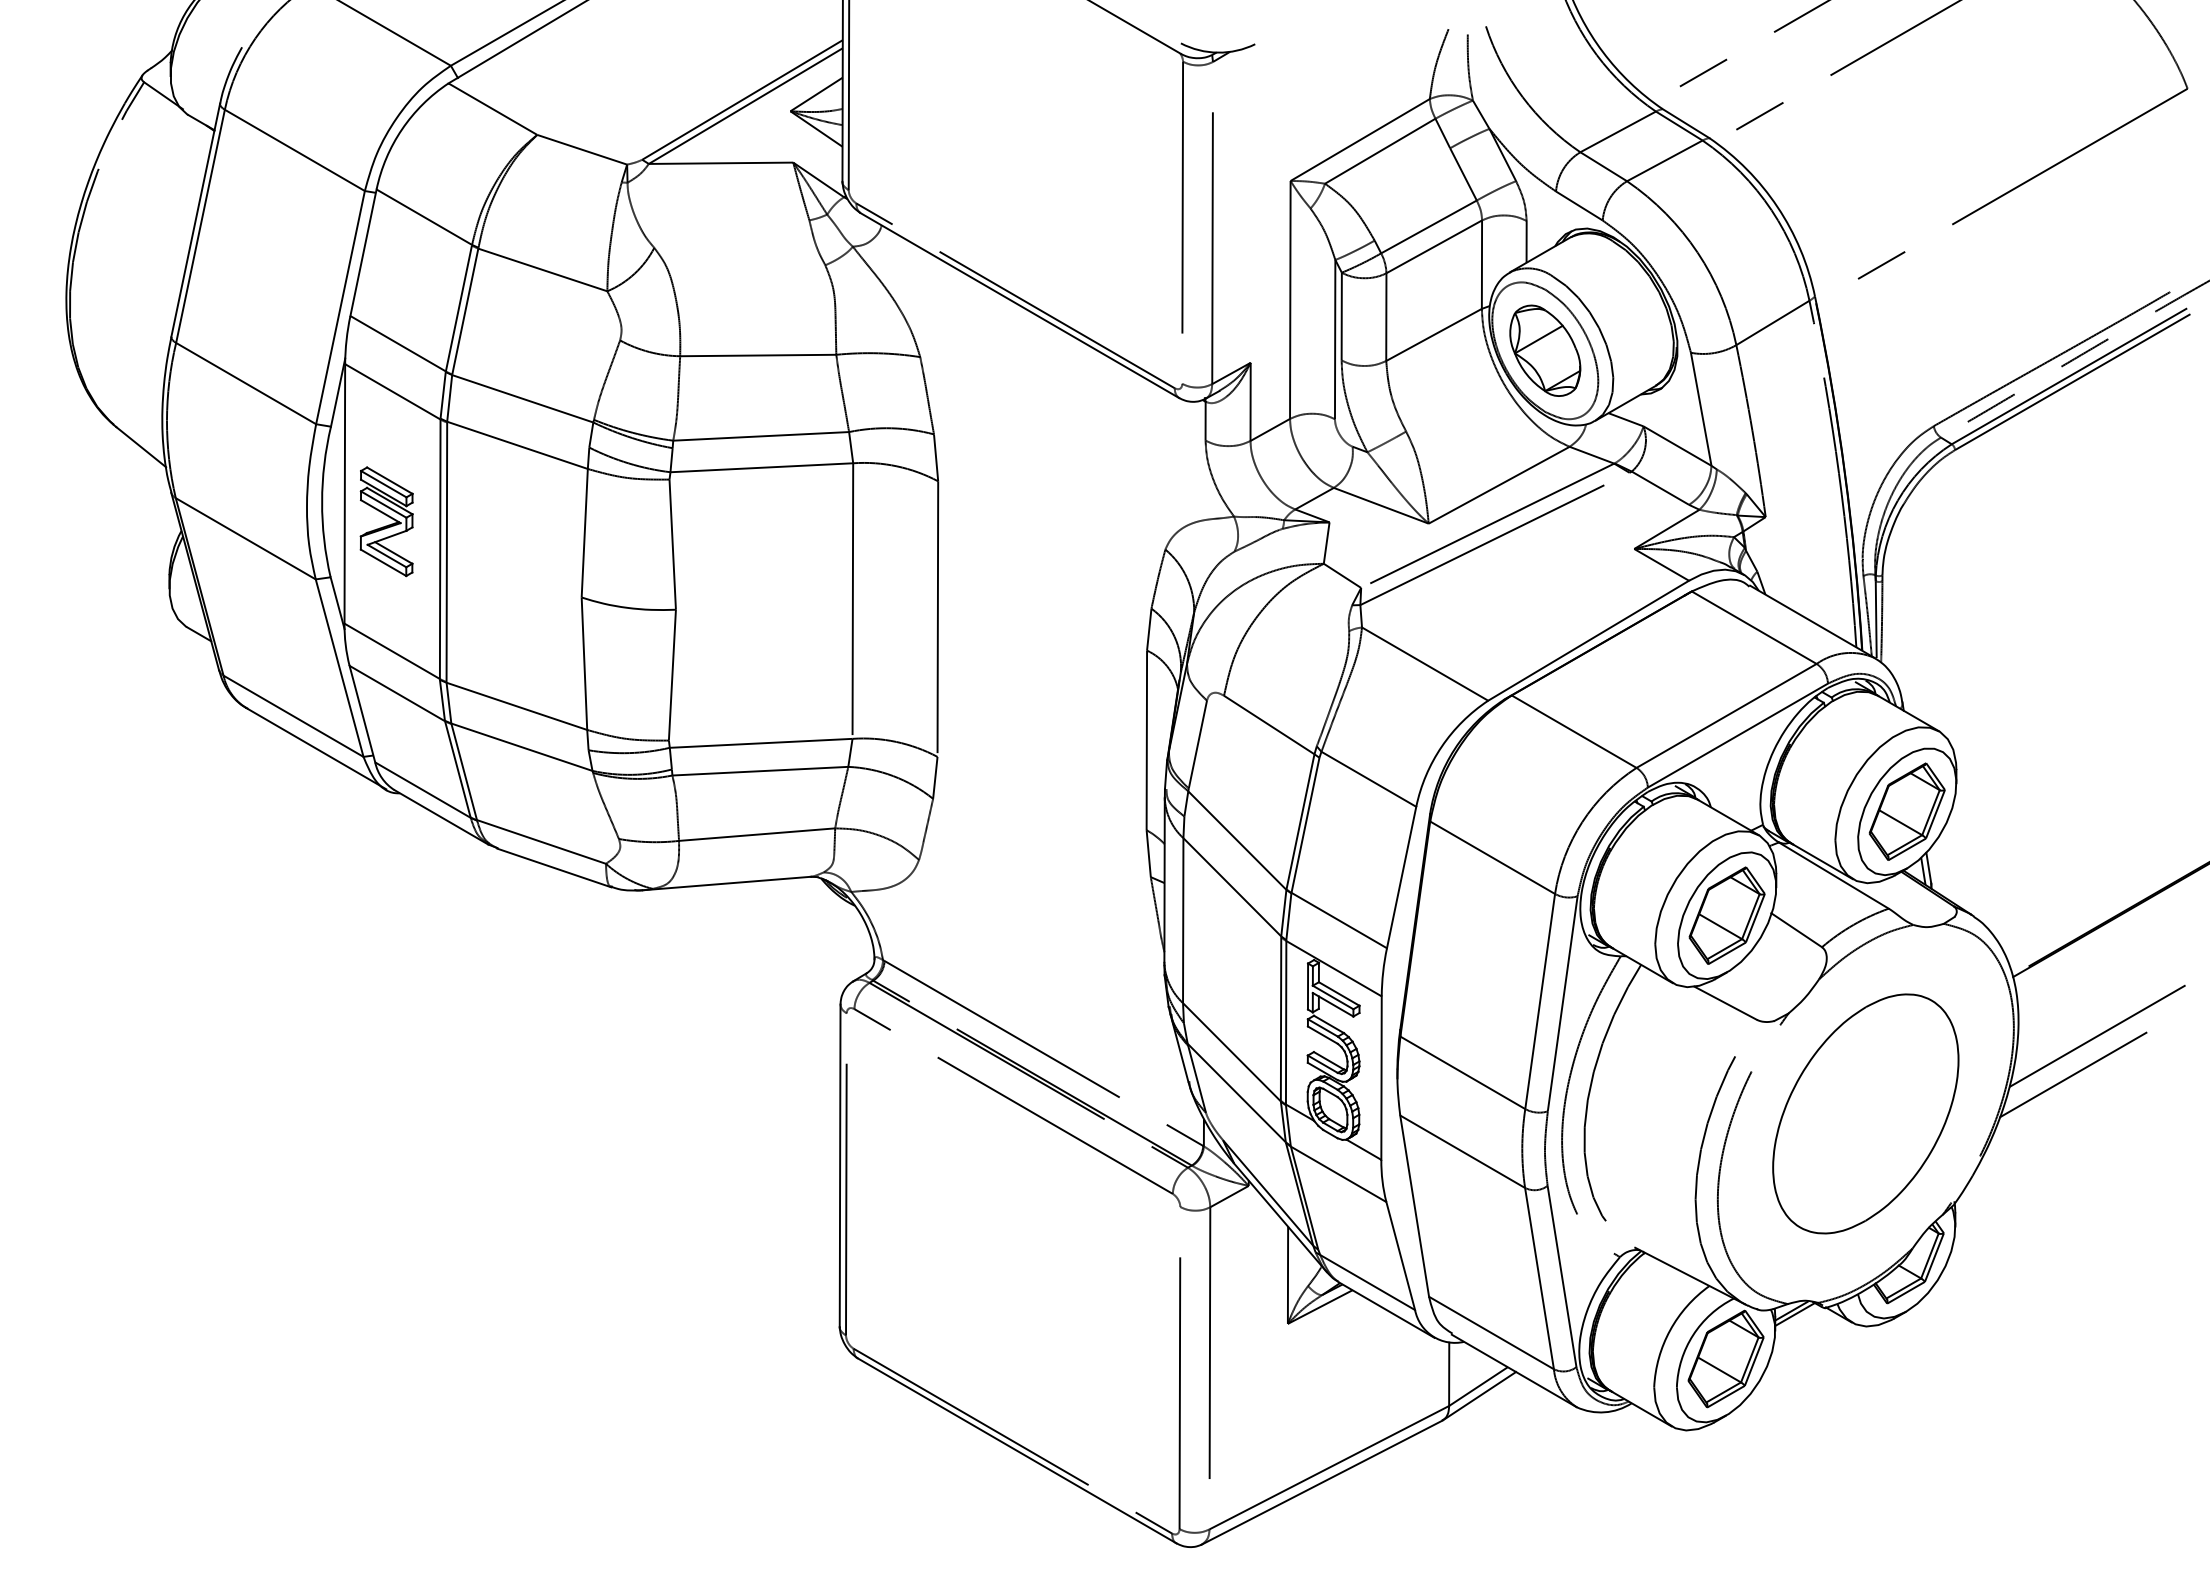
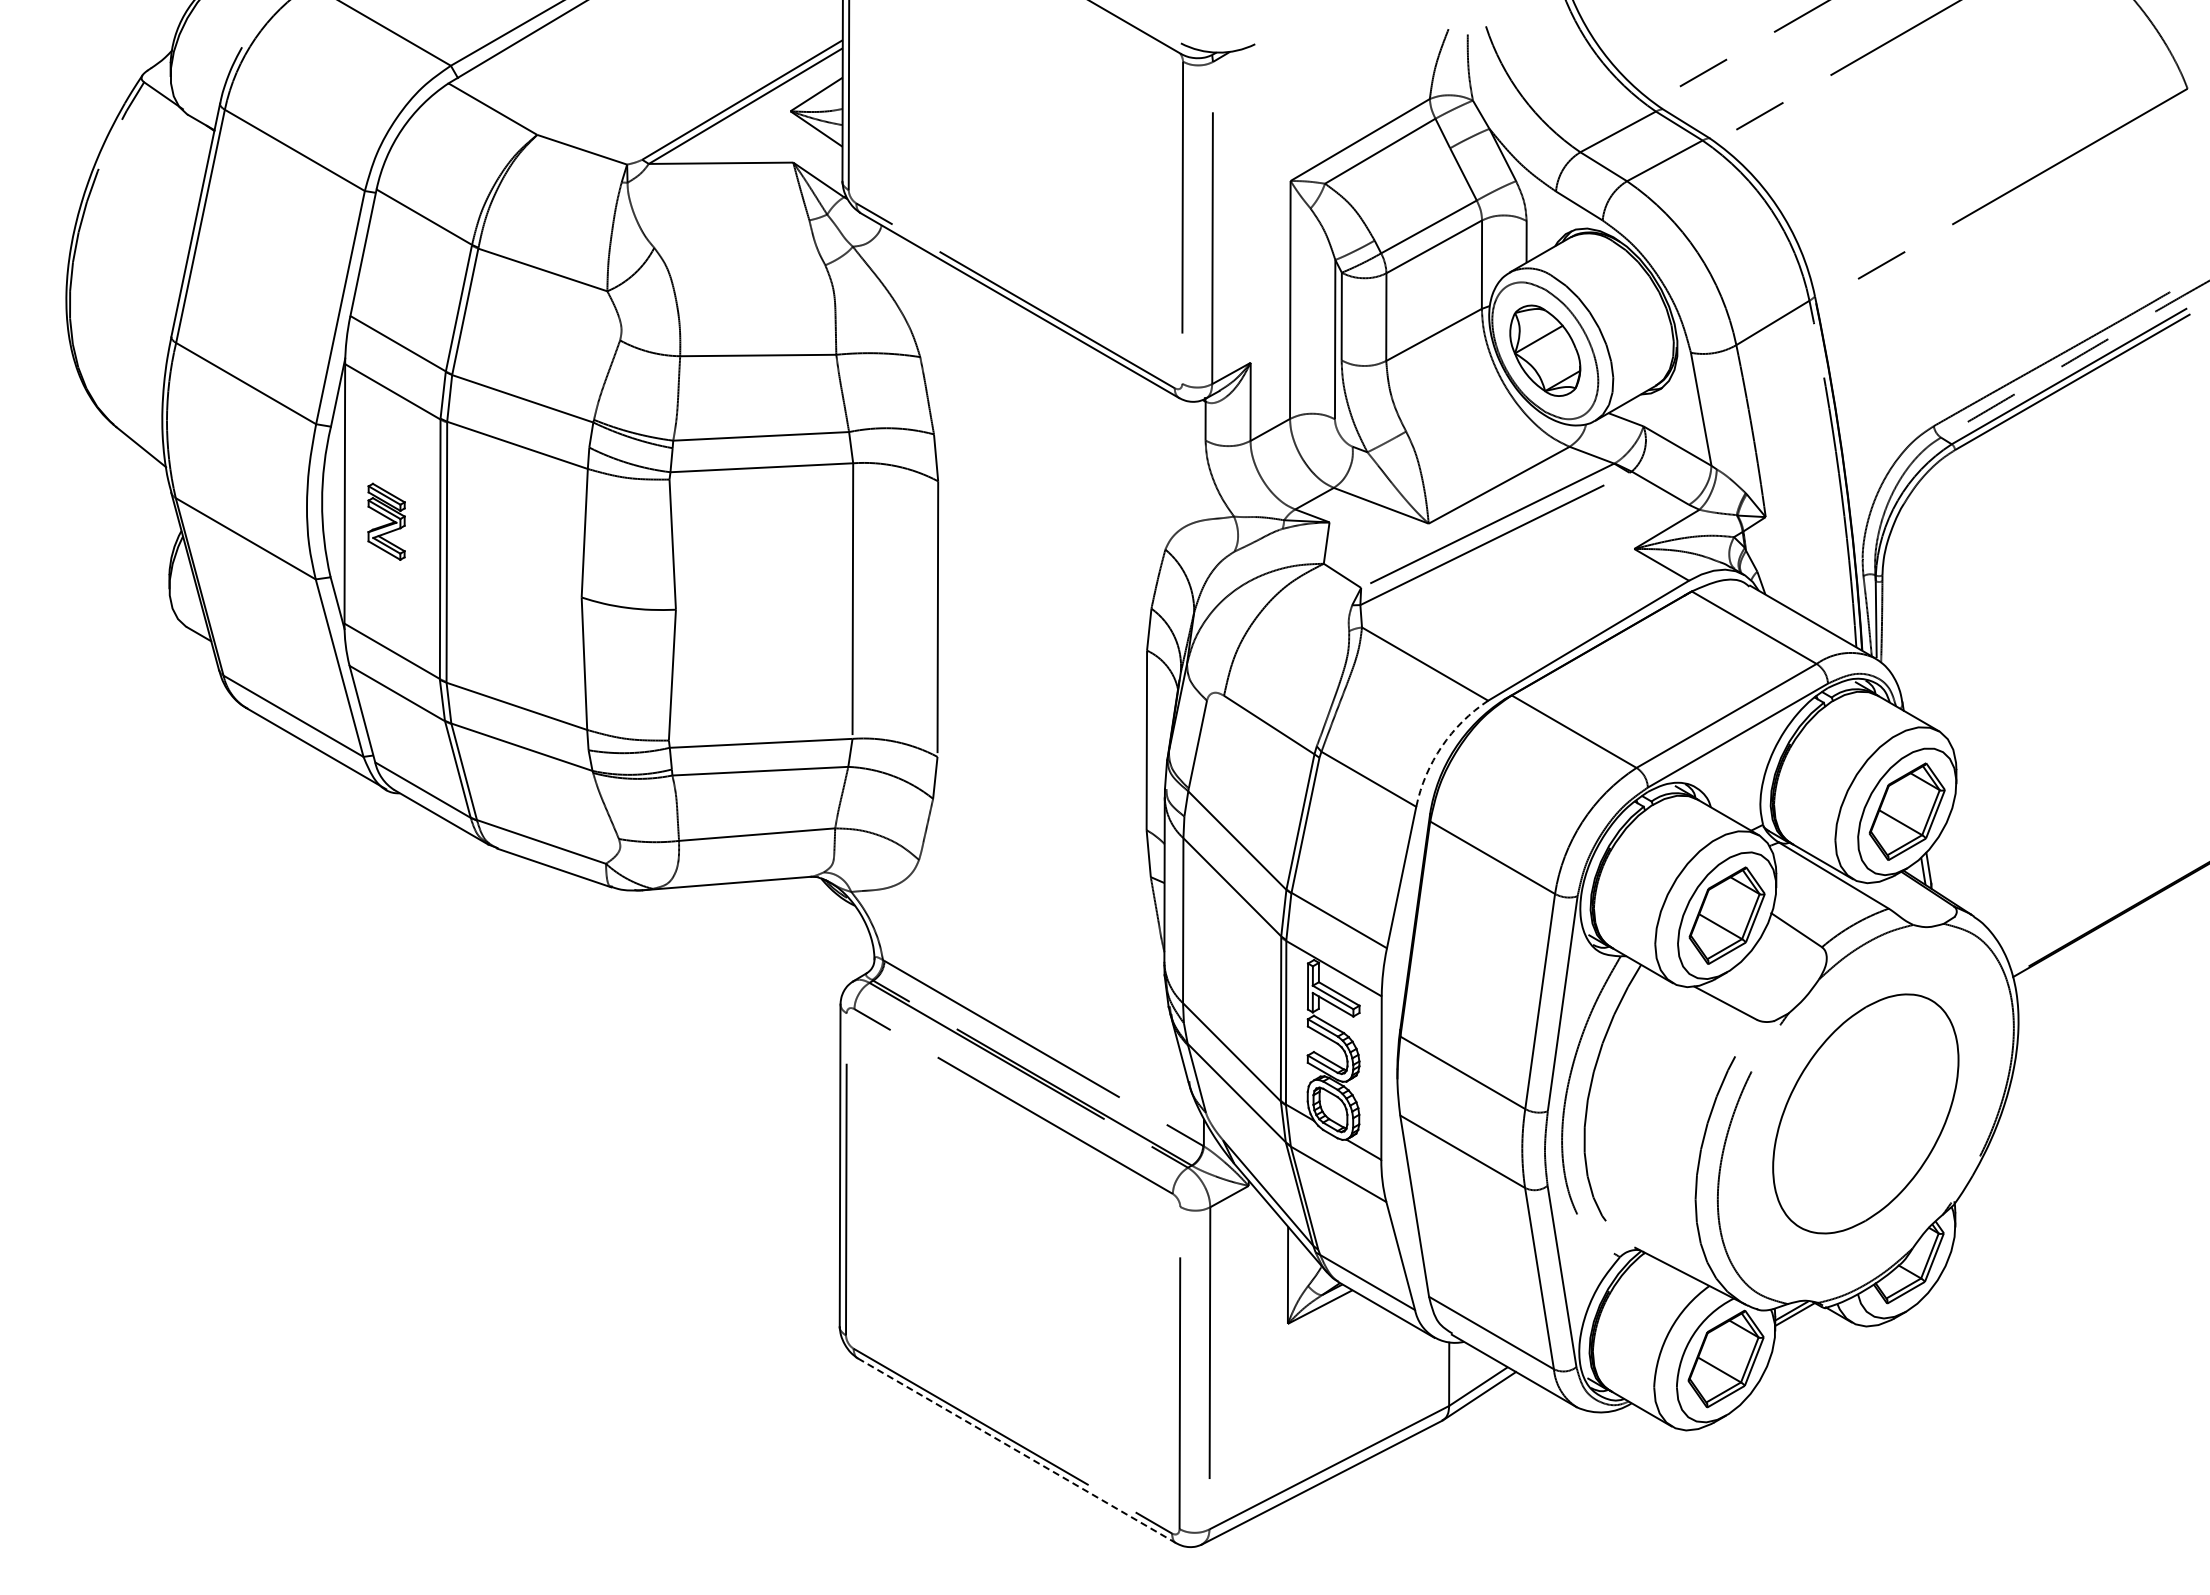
part at (386, 521) size: 55x112 px -> 39x79 px
arc at (1441, 746): solid -> dashed
line at (2097, 1035): present -> none
line at (2073, 1074): present -> none
line at (1017, 1451): solid -> dashed
